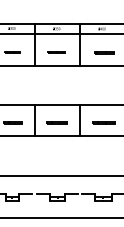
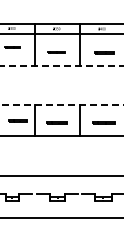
line at (12, 52) position: (12, 52) -> (12, 47)
line at (62, 66): solid -> dashed
line at (62, 105): solid -> dashed
line at (12, 122) position: (12, 122) -> (17, 120)
